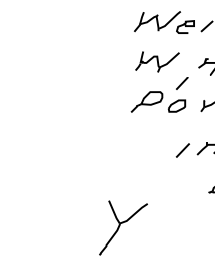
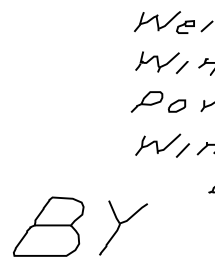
line at (182, 83) position: (182, 83) -> (182, 67)
part at (158, 144): none -> present
part at (48, 226): none -> present
